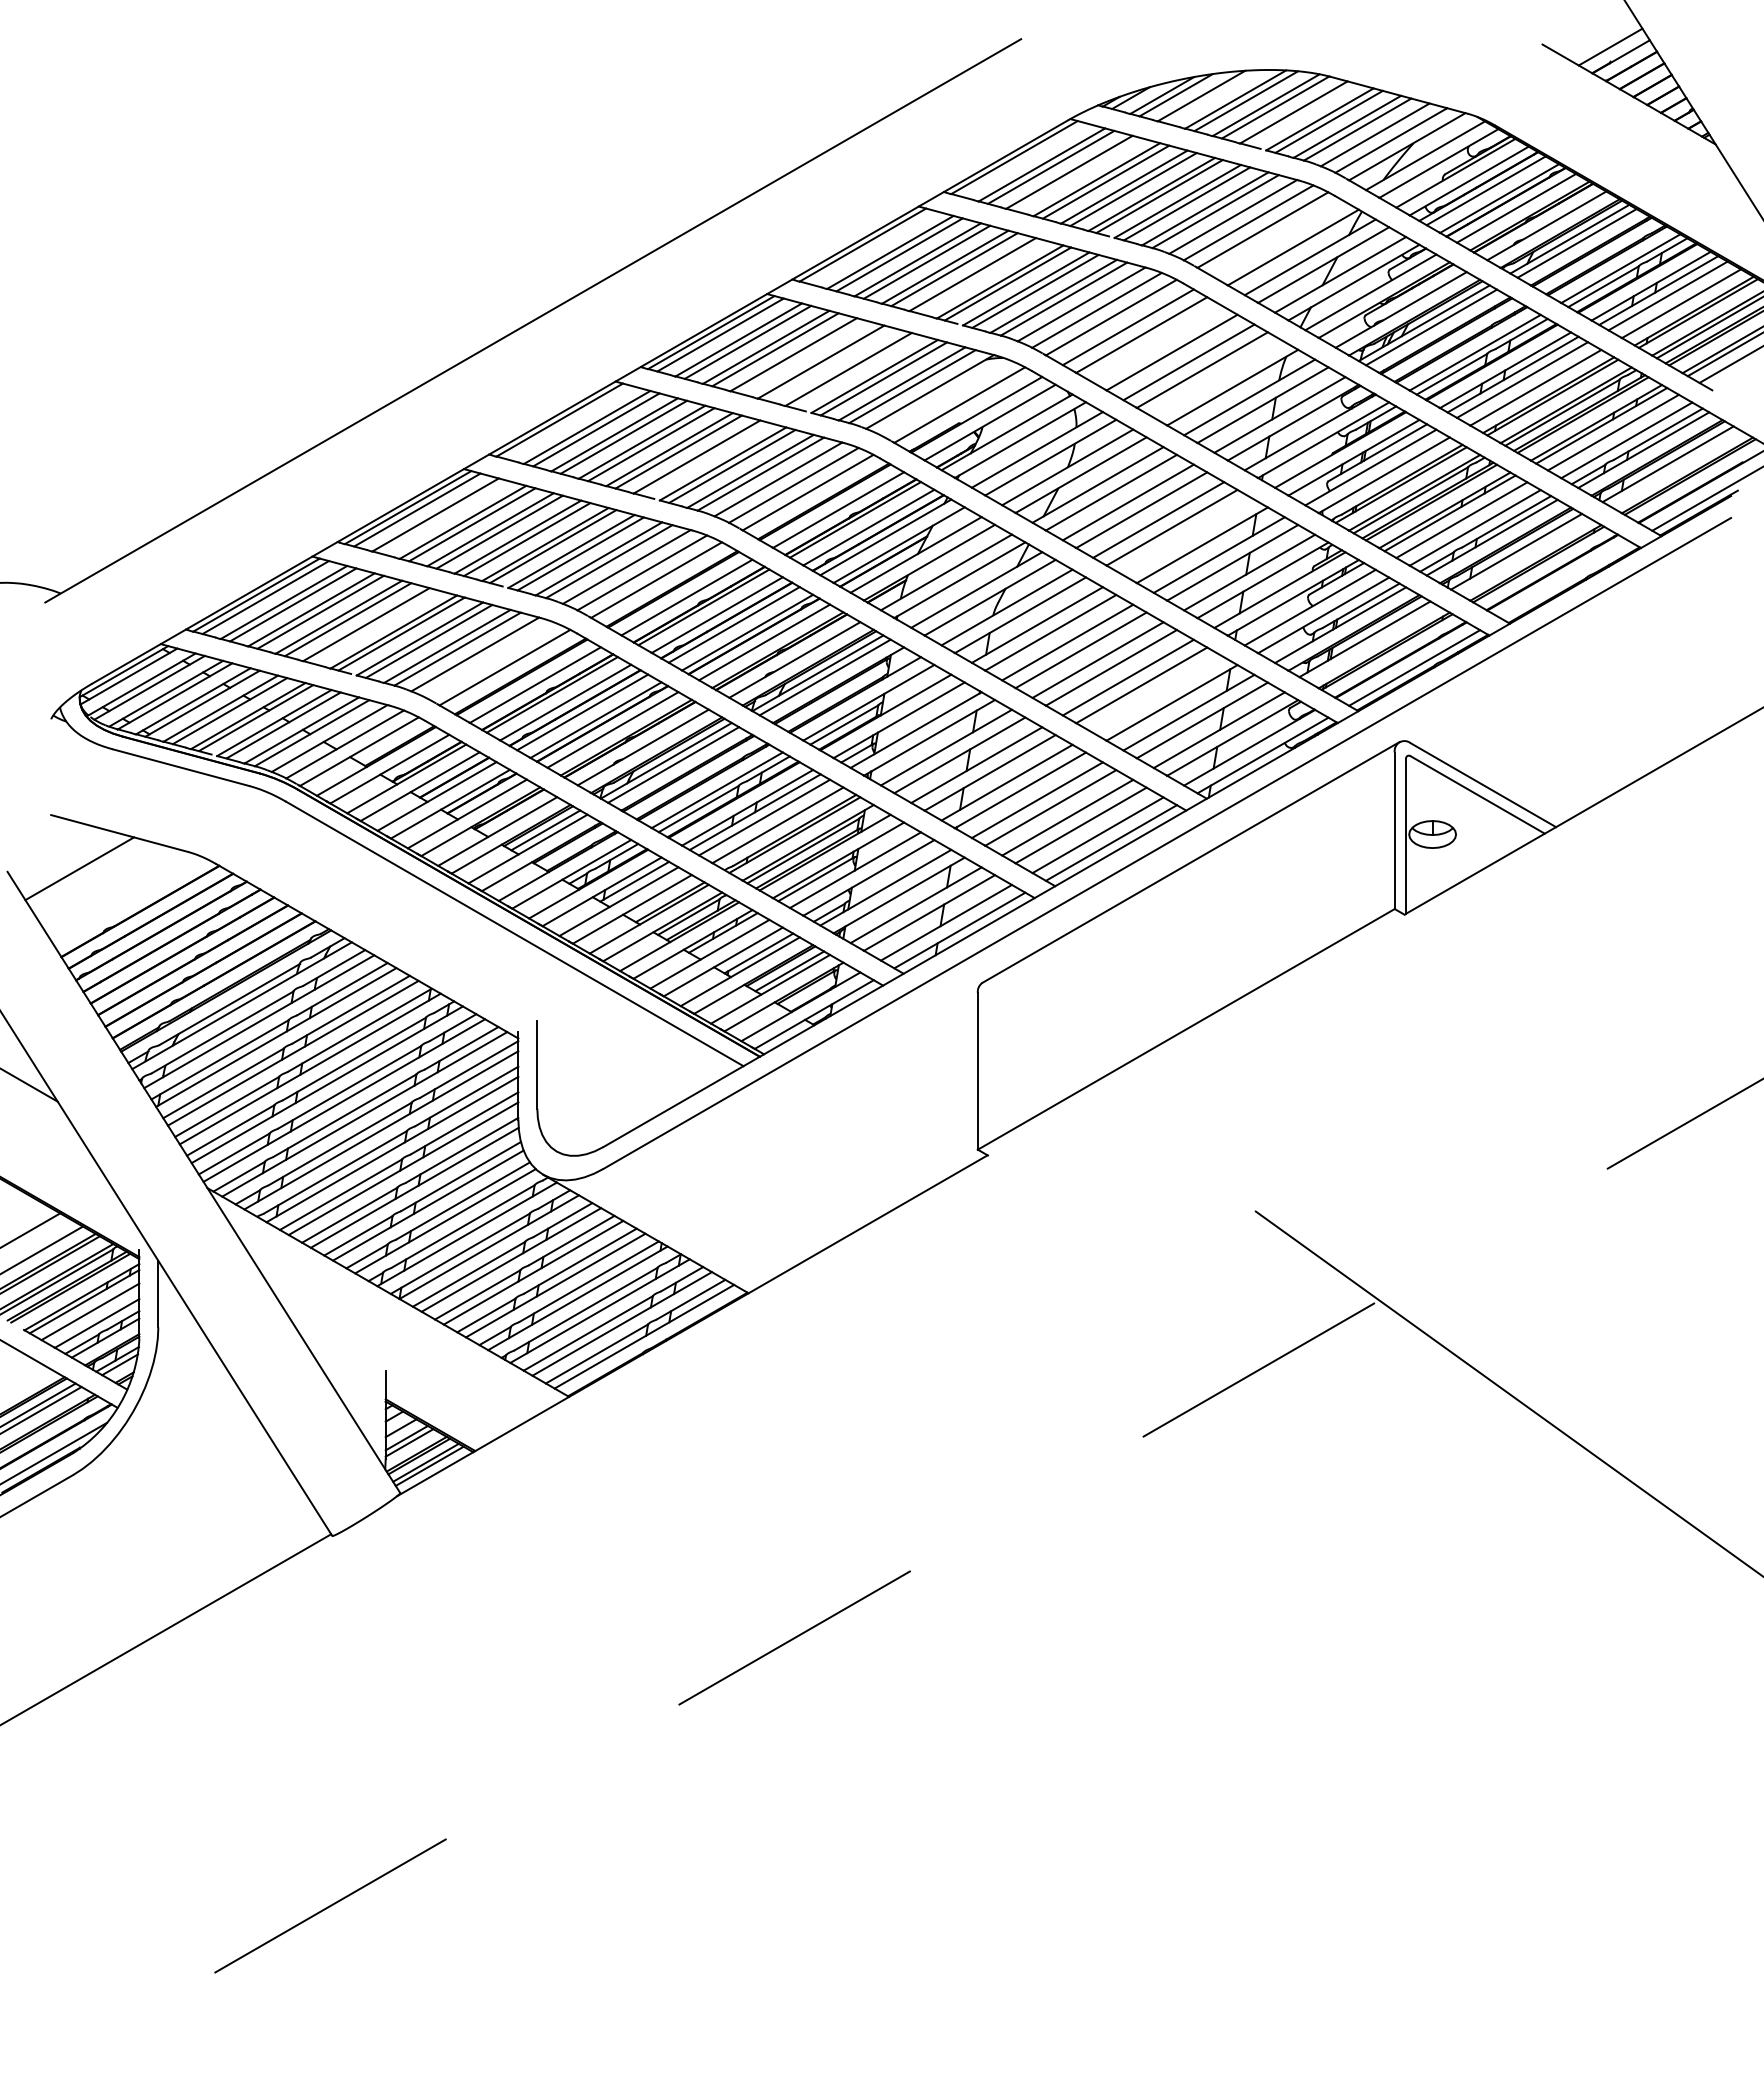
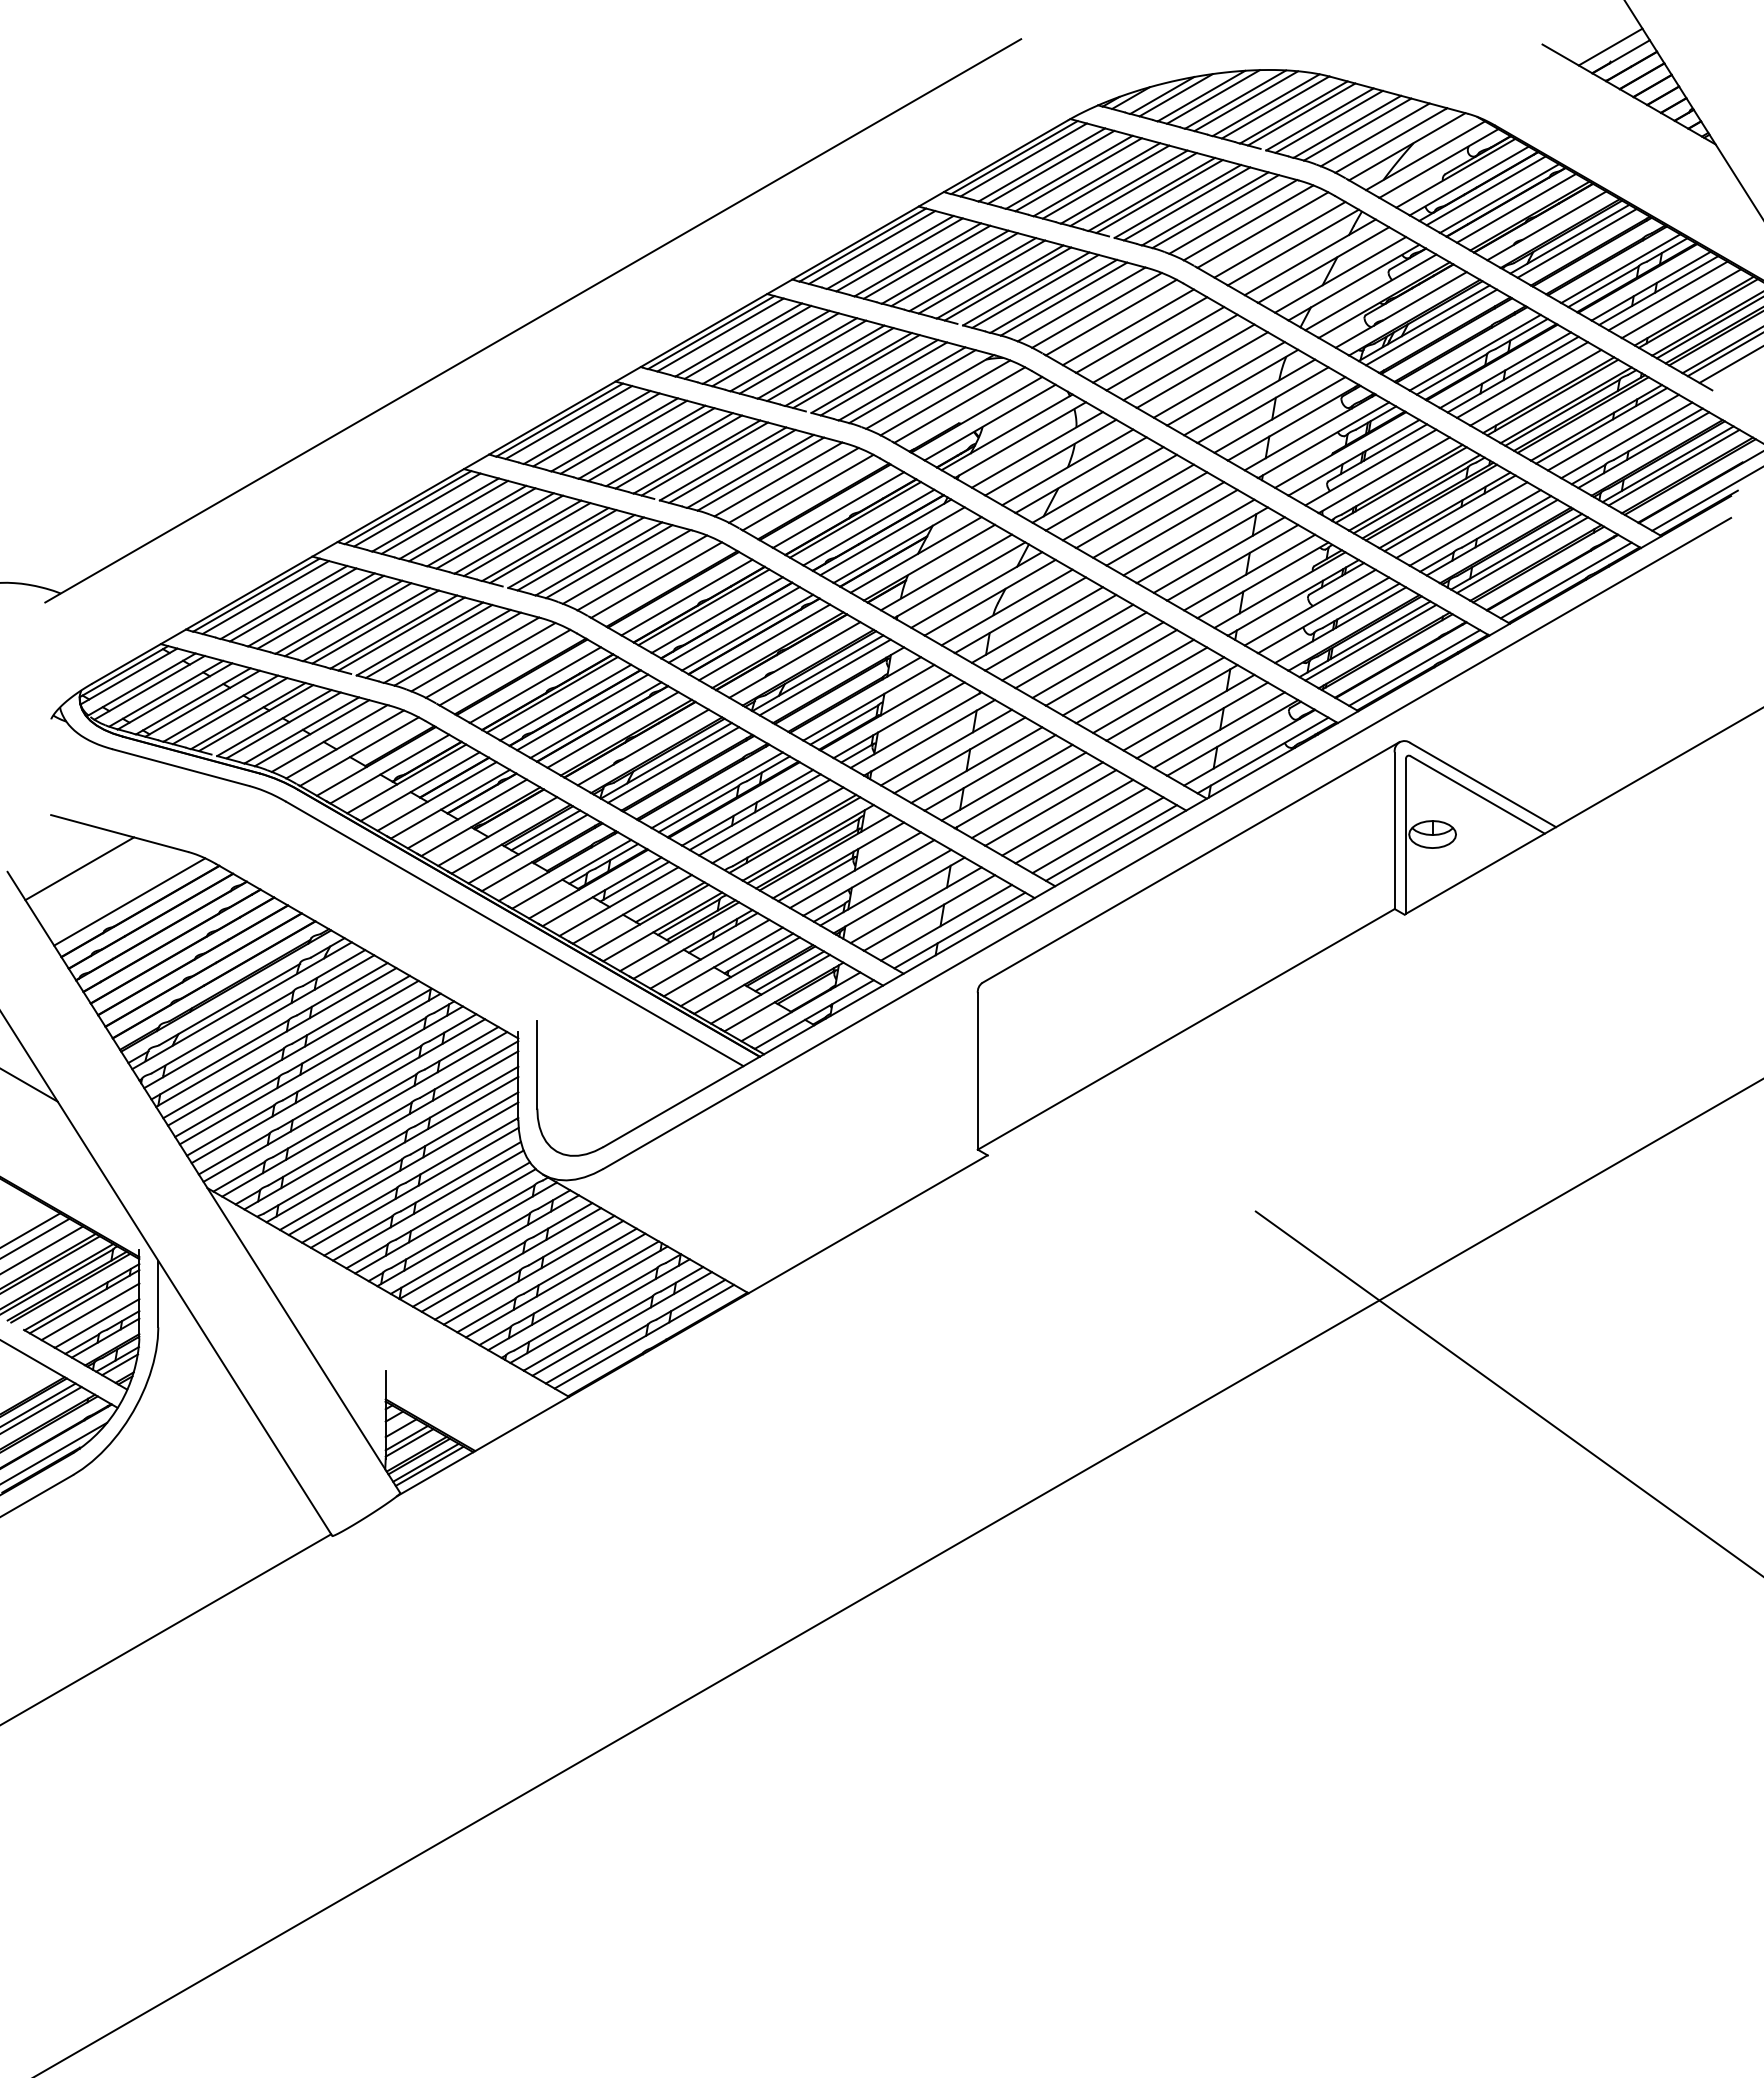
line at (1213, 96): none -> present
line at (1301, 114): none -> present
line at (1023, 159): none -> present
line at (1078, 174): none -> present
line at (1279, 239): none -> present
line at (871, 247): none -> present
line at (981, 276): none -> present
line at (1158, 344): none -> present
line at (802, 356): none -> present
line at (830, 364): none -> present
line at (856, 371): none -> present
line at (1218, 379): none -> present
line at (945, 397): none -> present
line at (568, 422): none -> present
line at (704, 458): none -> present
line at (1673, 467): none -> present
line at (444, 516): none -> present
line at (1188, 537): none -> present
line at (1522, 555): none -> present
line at (1565, 580): none -> present
line at (375, 626): none -> present
line at (1370, 642): none -> present
line at (490, 660): none -> present
line at (1158, 695): none -> present
line at (129, 901): none -> present
line at (35, 1237): none -> present
line at (898, 1578): dashed -> solid
